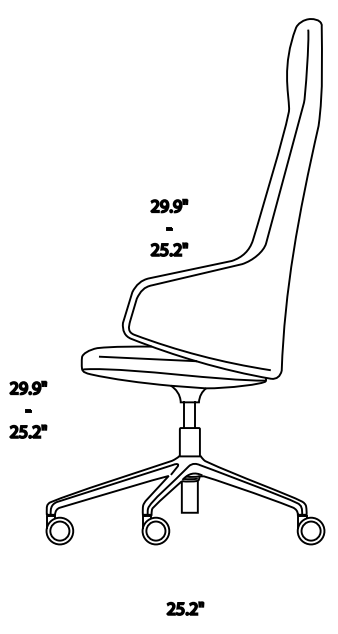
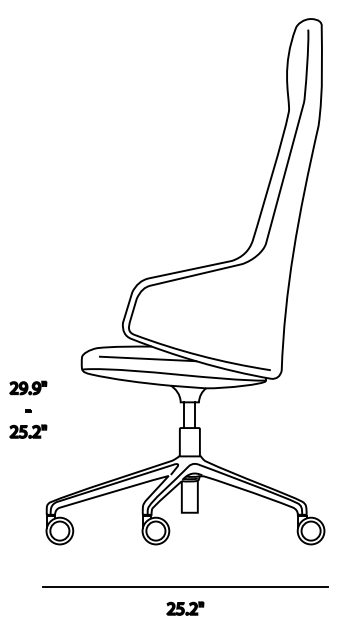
part at (169, 227): present -> none
line at (185, 587): none -> present
